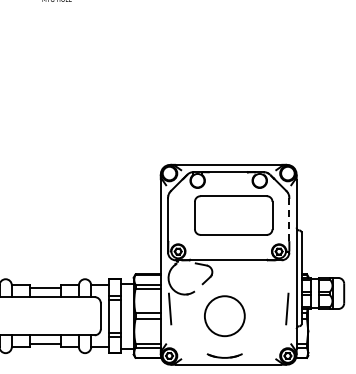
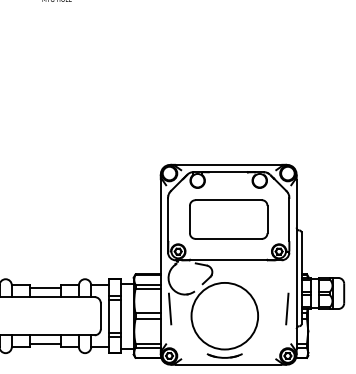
part at (233, 215) position: (233, 215) -> (228, 219)
line at (289, 219): dashed -> solid
circle at (224, 316) diameter: 40 px -> 67 px
